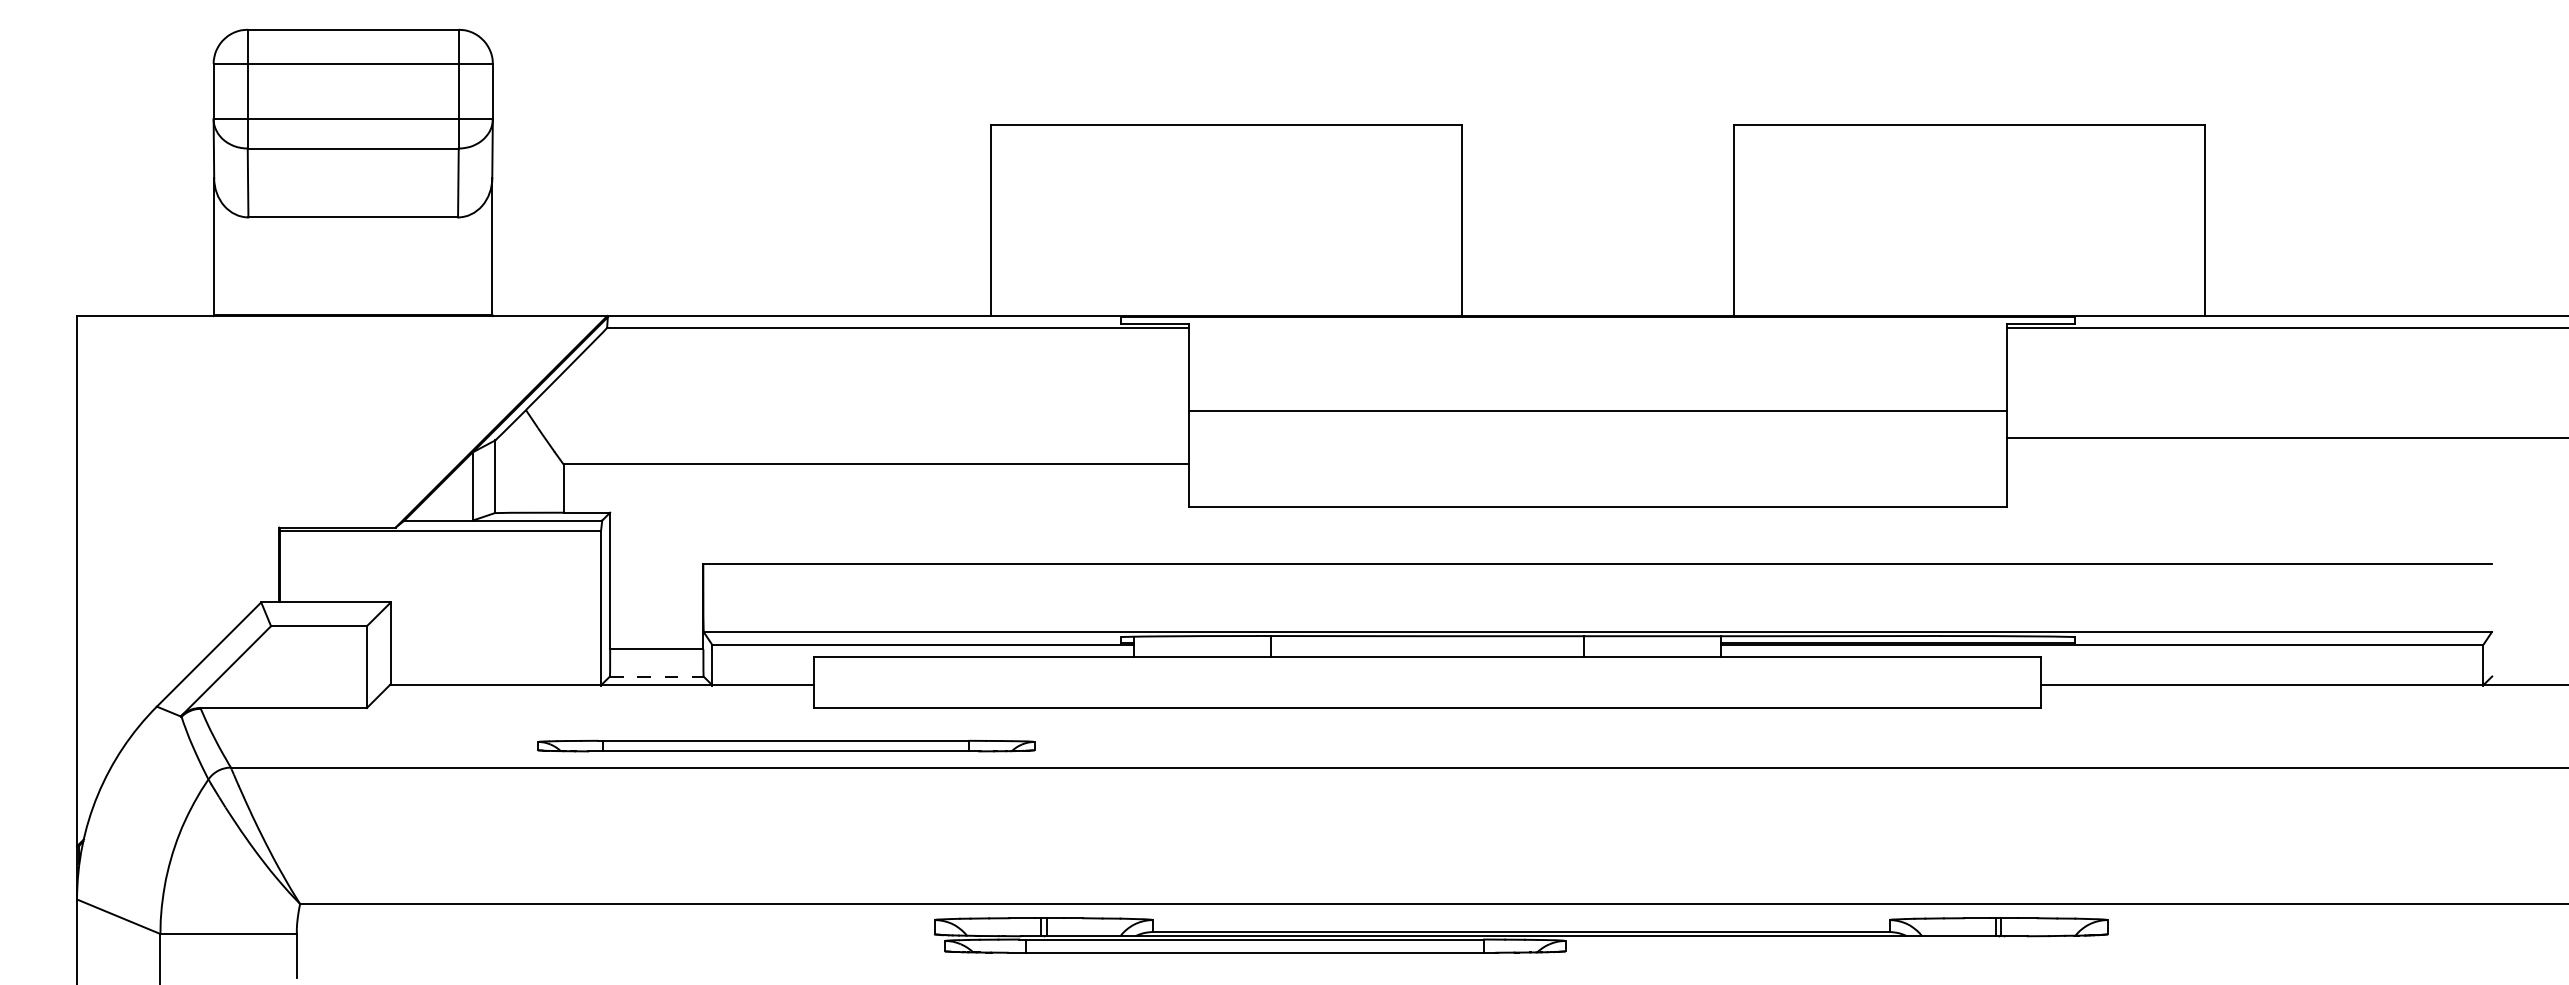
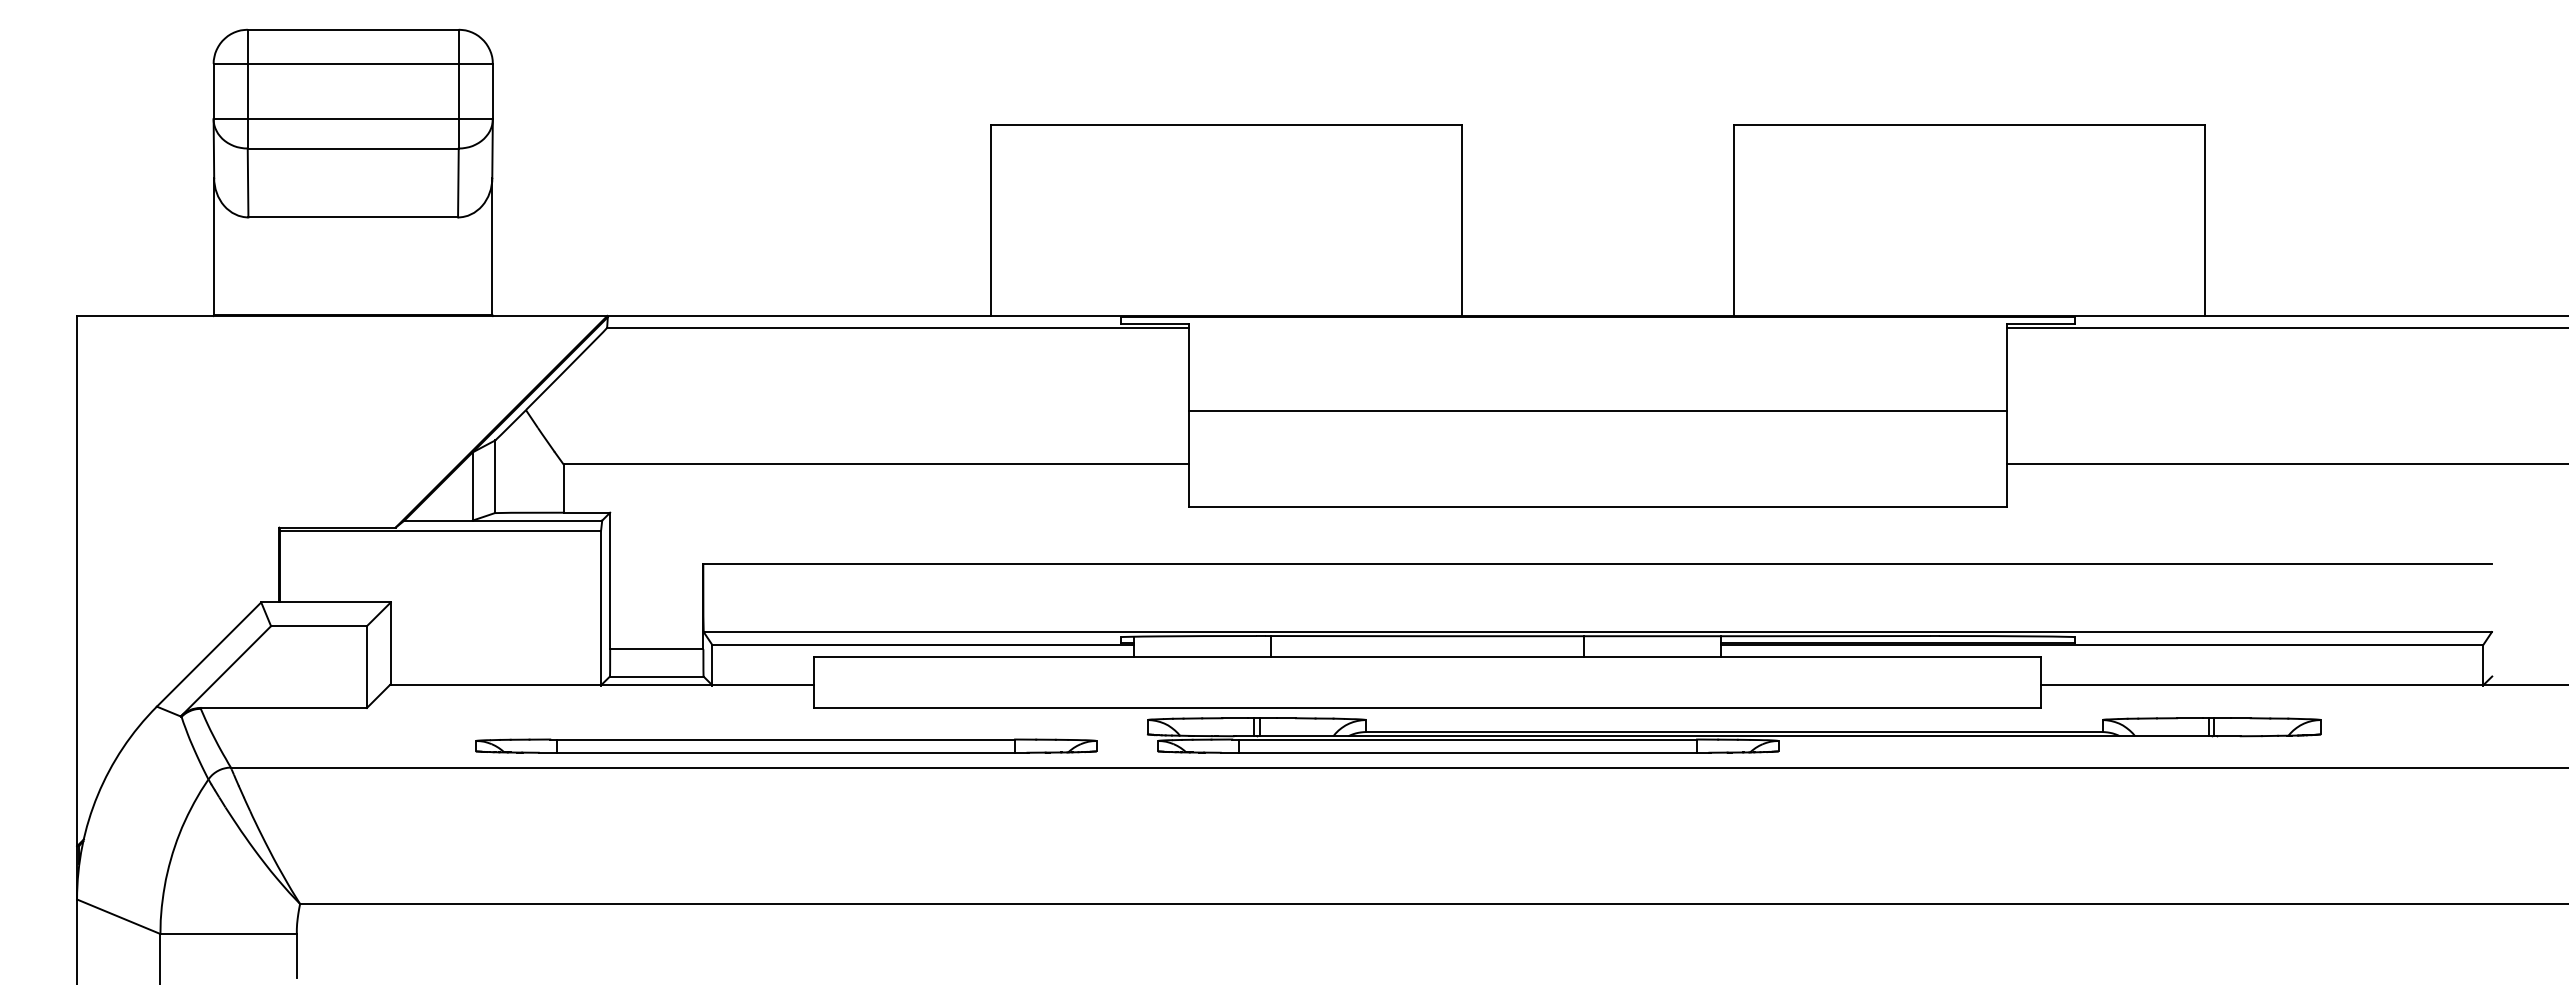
line at (2286, 438) position: (2286, 438) -> (2286, 464)
line at (656, 676): dashed -> solid
part at (786, 745) size: 499x14 px -> 623x16 px
part at (1521, 935) position: (1521, 935) -> (1734, 735)
